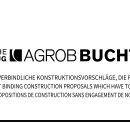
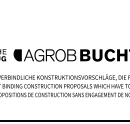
fill at (13, 55): present -> none
